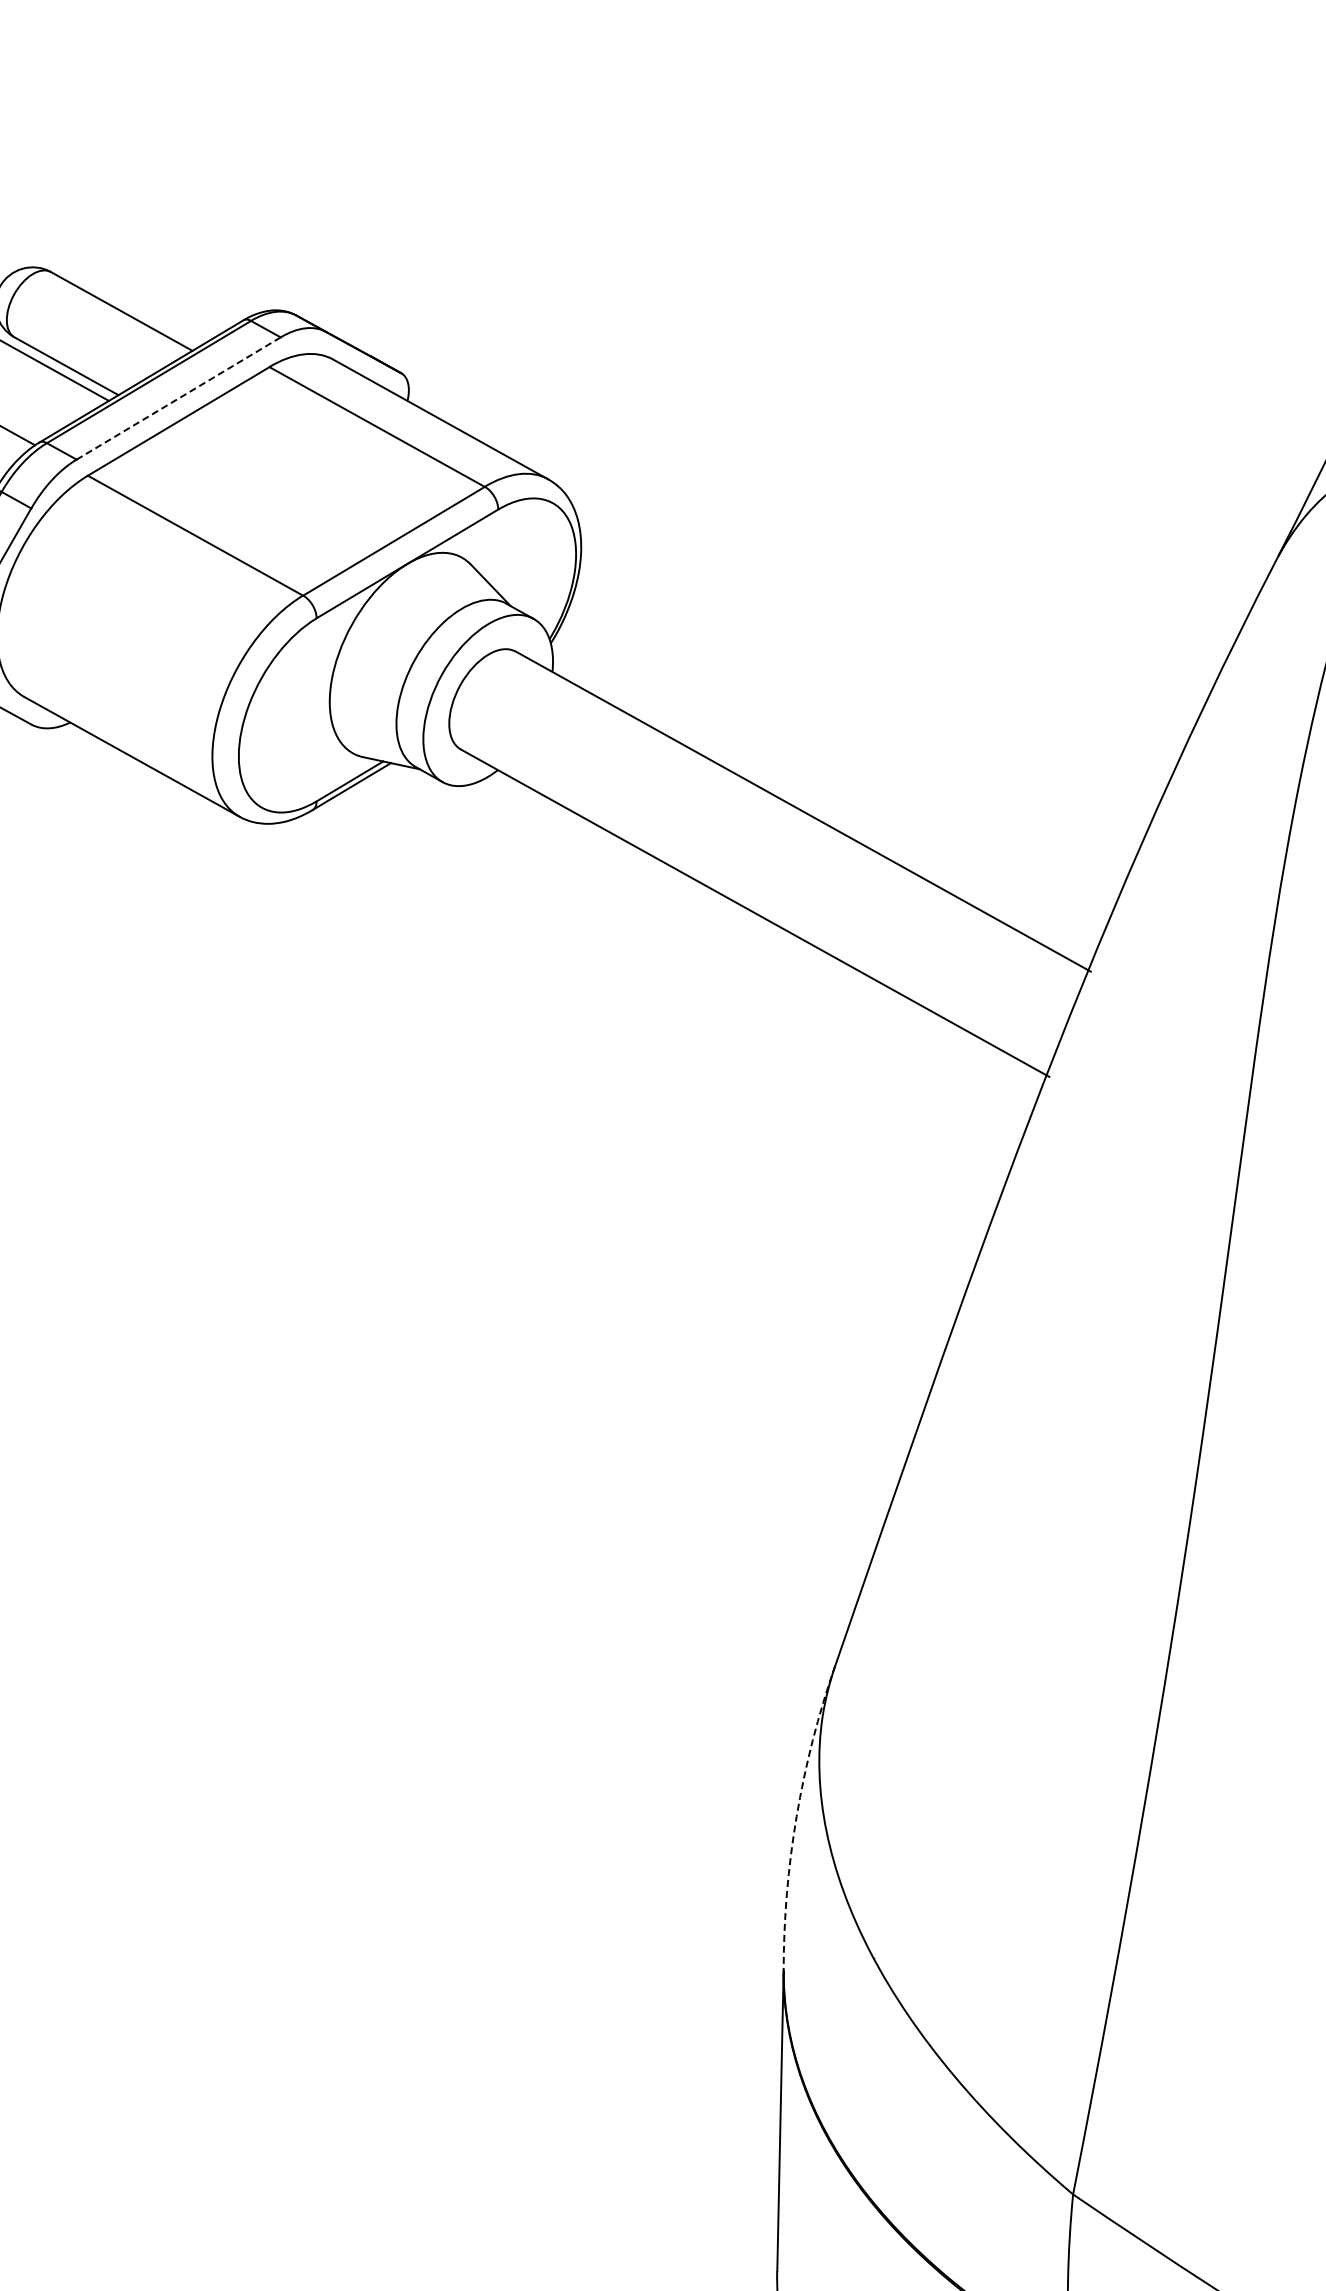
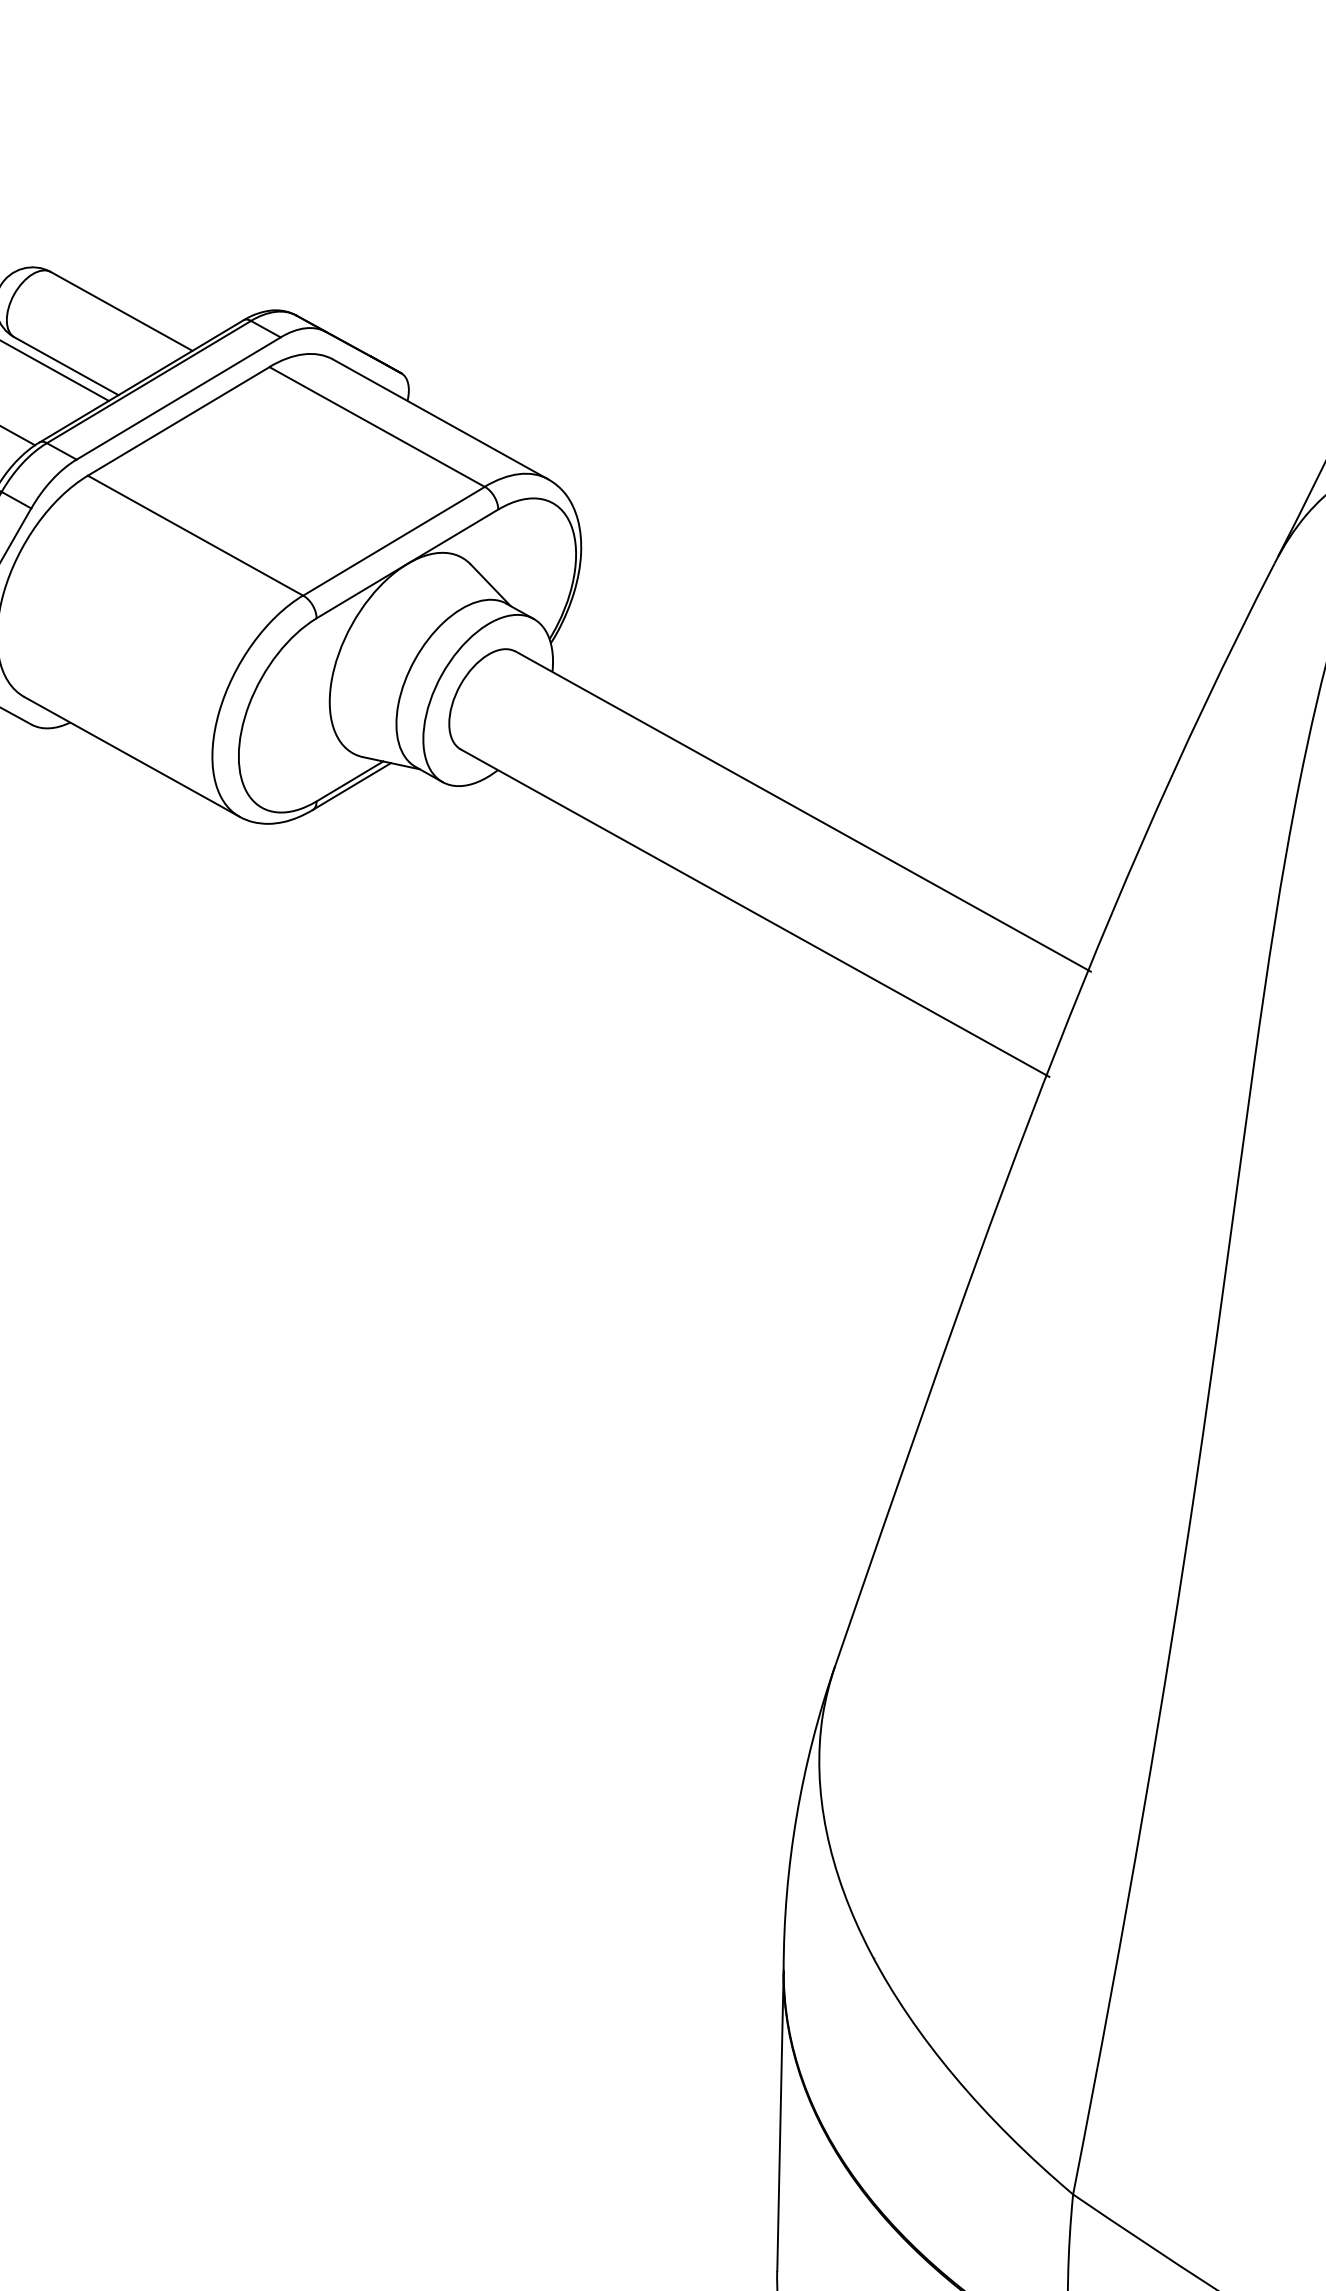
line at (178, 398): dashed -> solid
arc at (796, 1816): dashed -> solid
